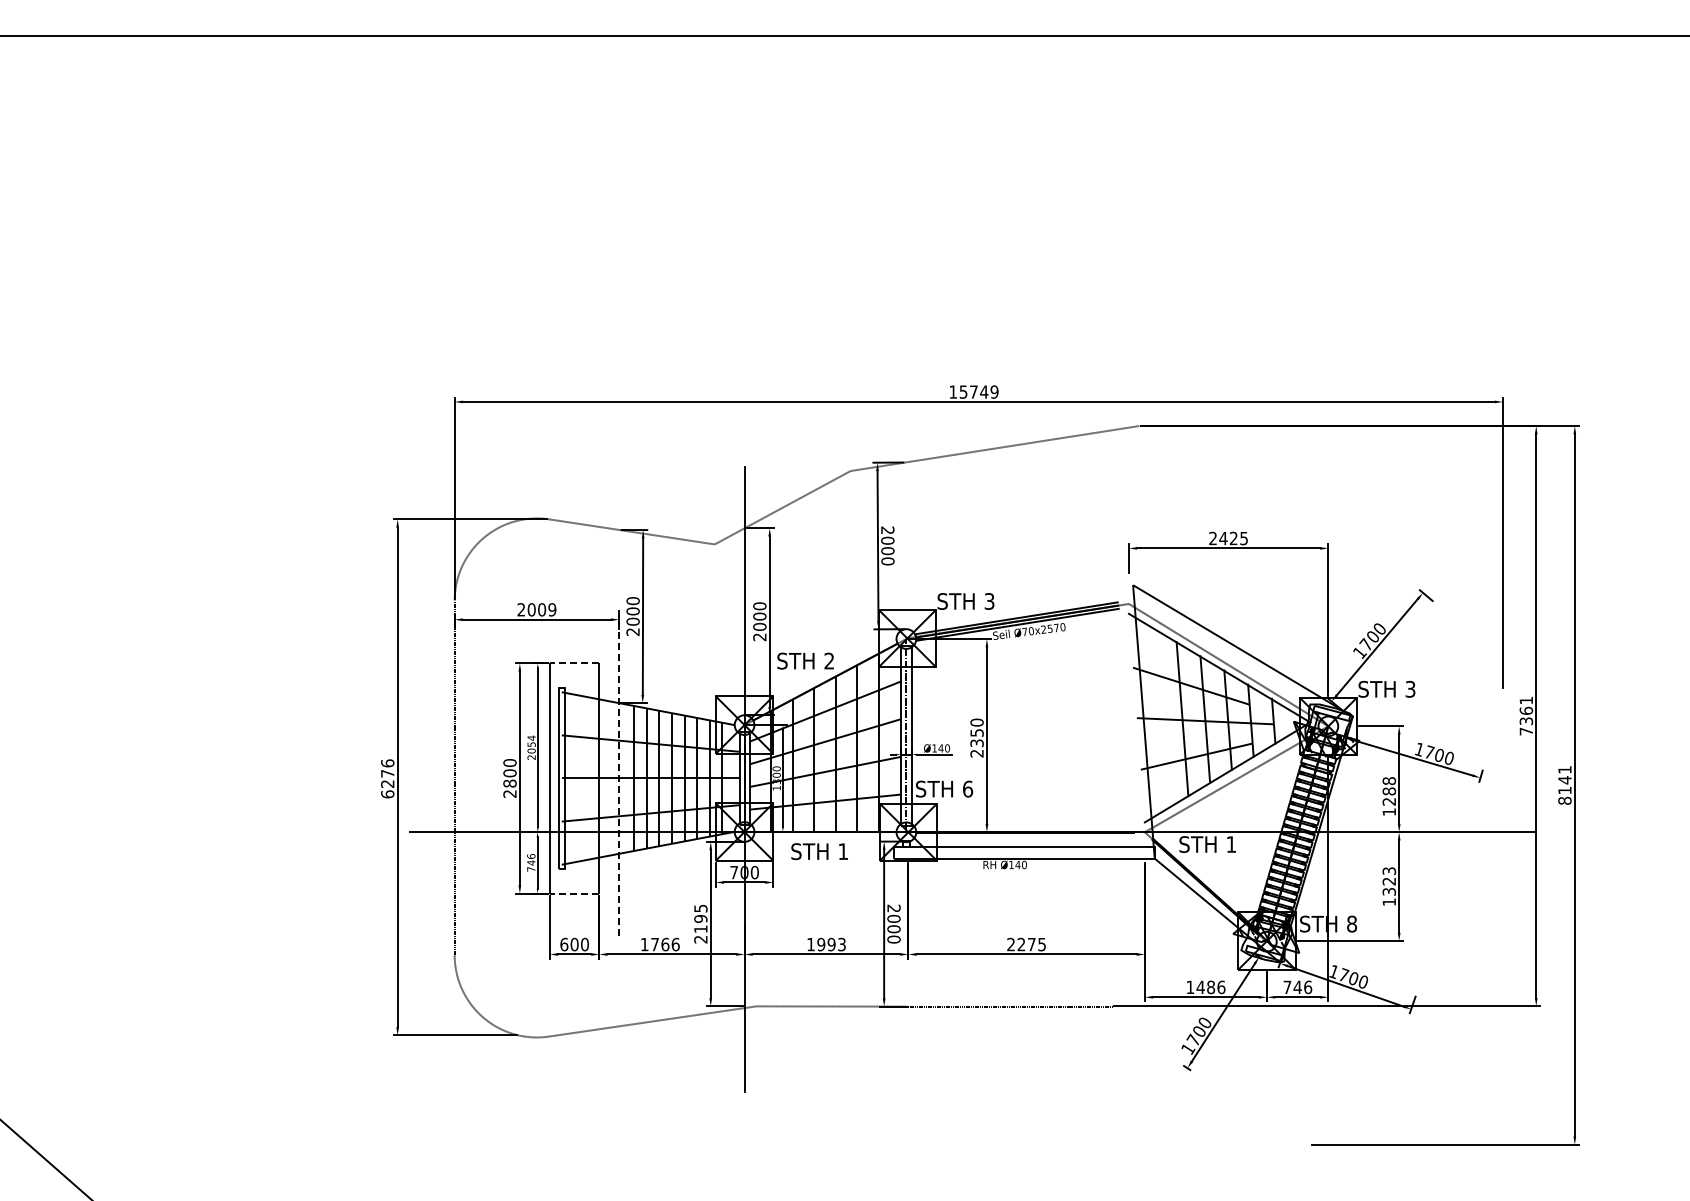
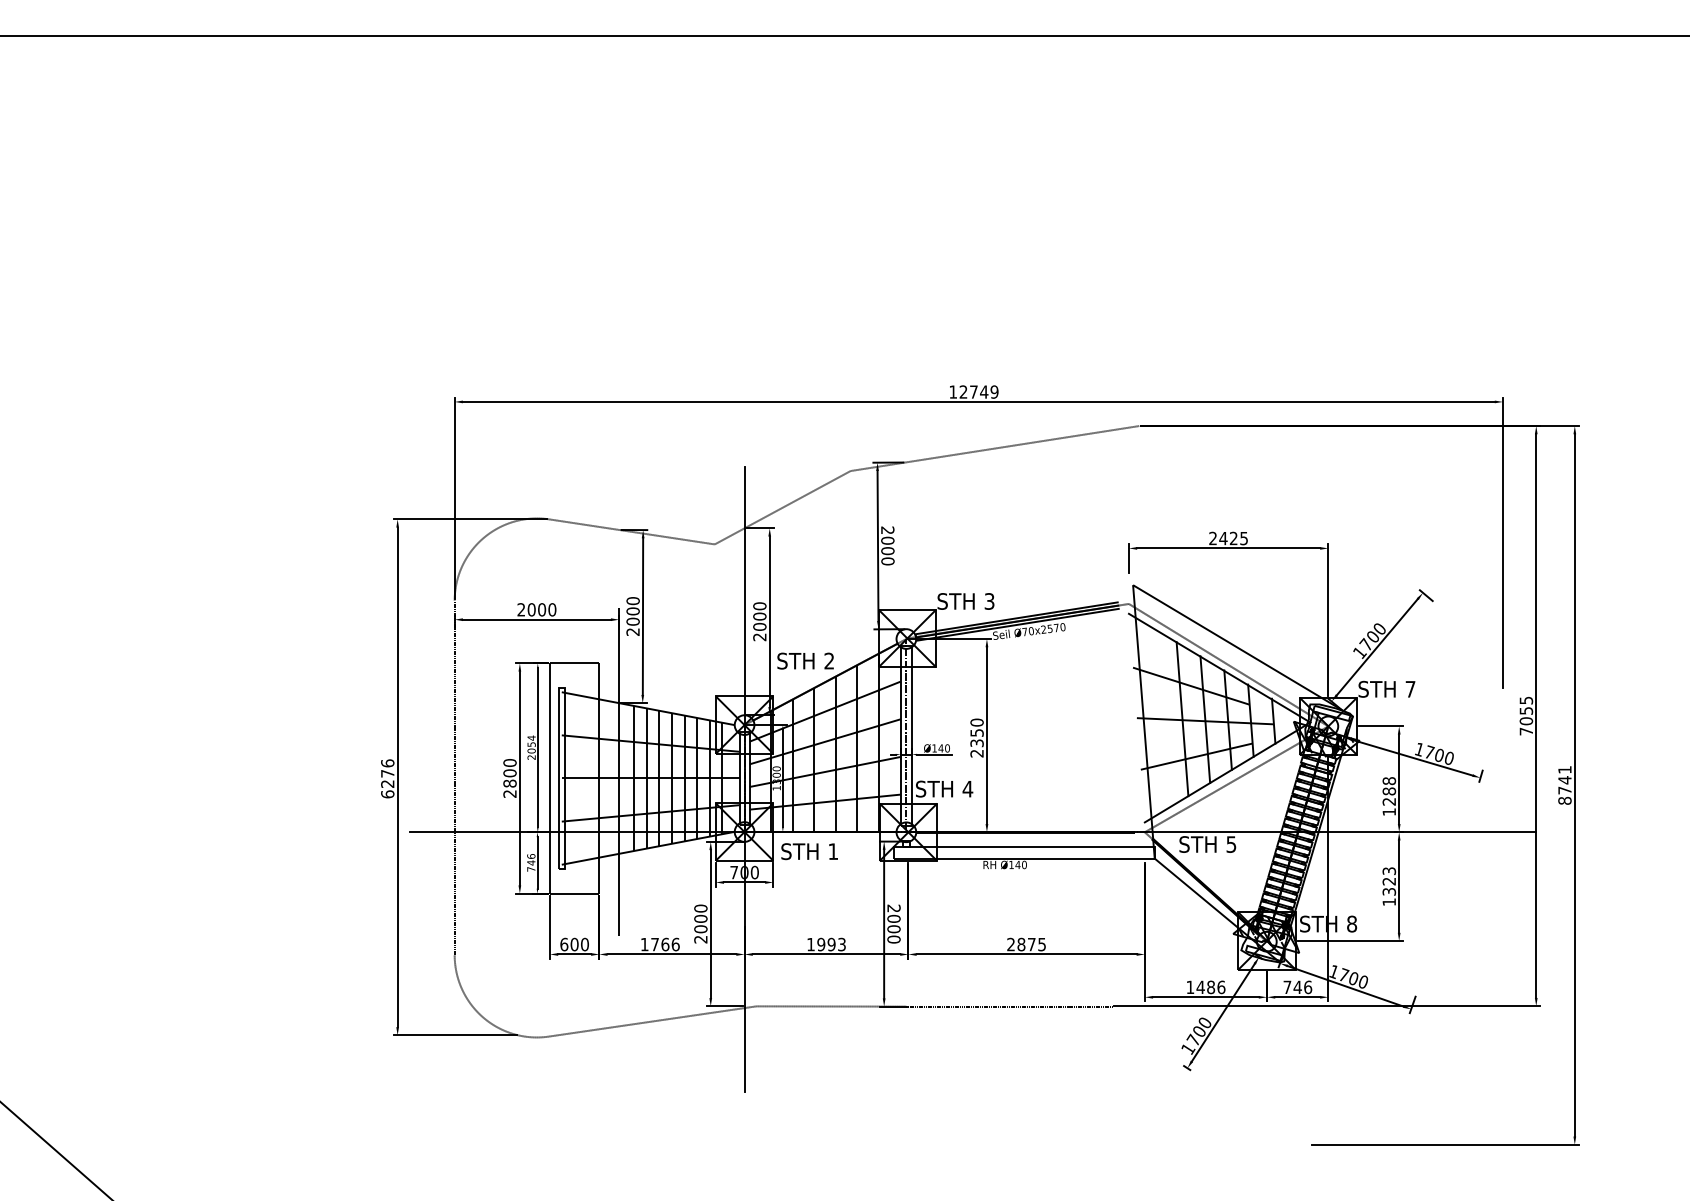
text at (963, 391): 15749 -> 12749
text at (552, 609): 2009 -> 2000
line at (574, 663): dashed -> solid
text at (1410, 688): 3 -> 7
text at (1526, 710): 7361 -> 7055
line at (619, 772): dashed -> solid
text at (967, 788): 6 -> 4
text at (1564, 790): 8141 -> 8741
text at (1231, 844): 1 -> 5
text at (819, 851) position: (819, 851) -> (809, 851)
line at (574, 893): dashed -> solid
text at (700, 918): 2195 -> 2000
text at (1021, 944): 2275 -> 2875
line at (45, 1159) position: (45, 1159) -> (55, 1150)
